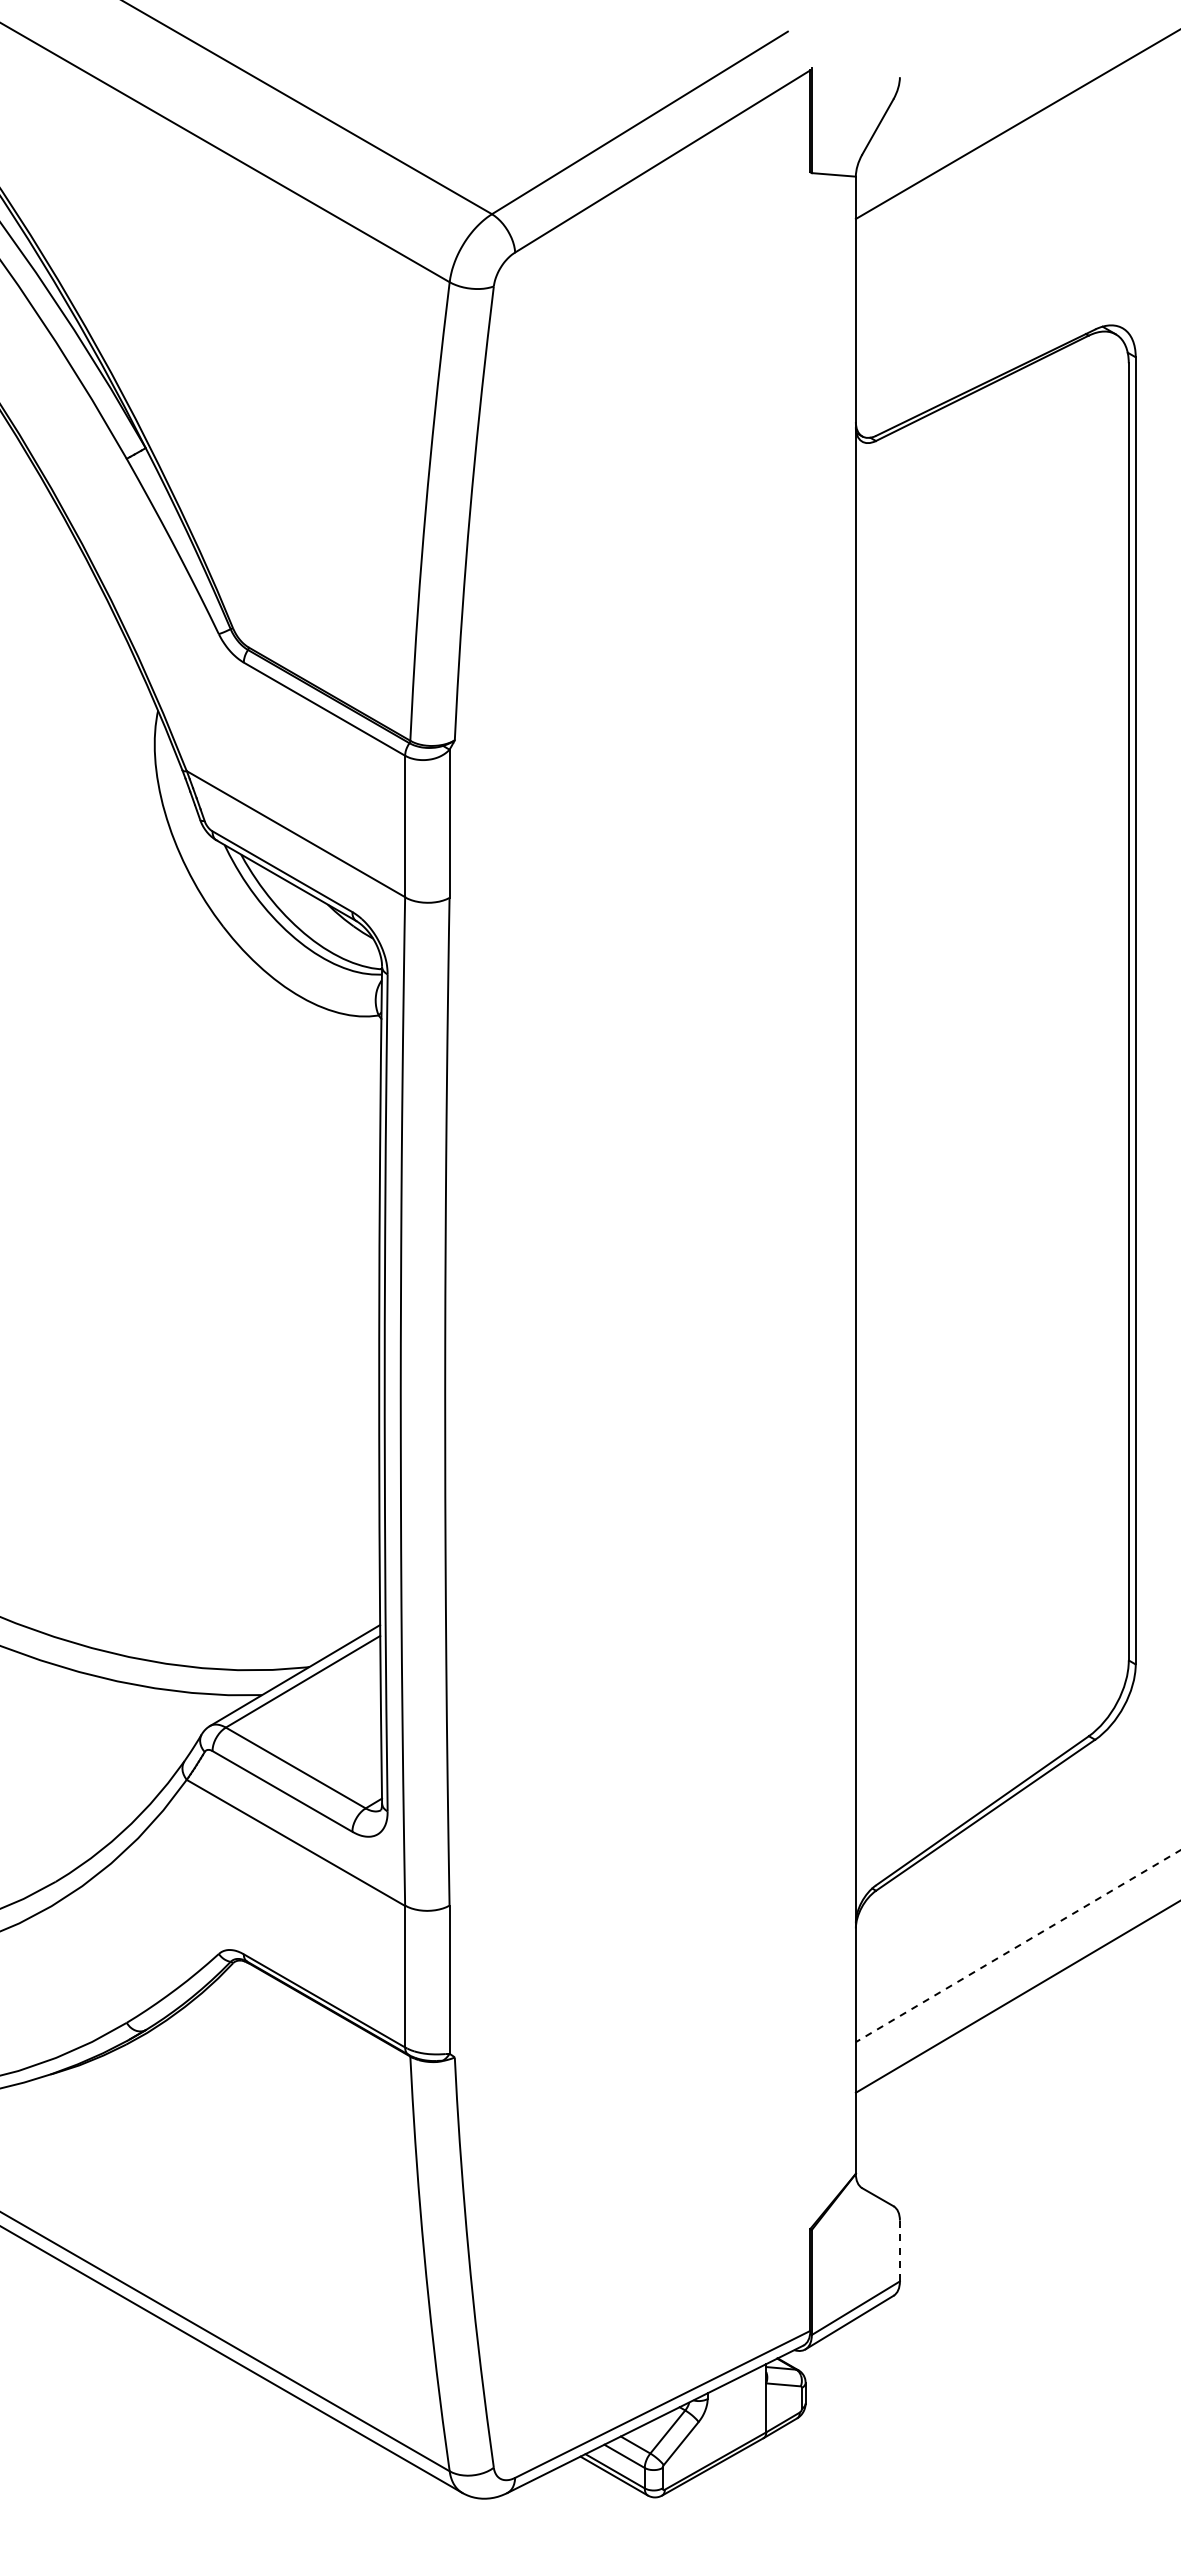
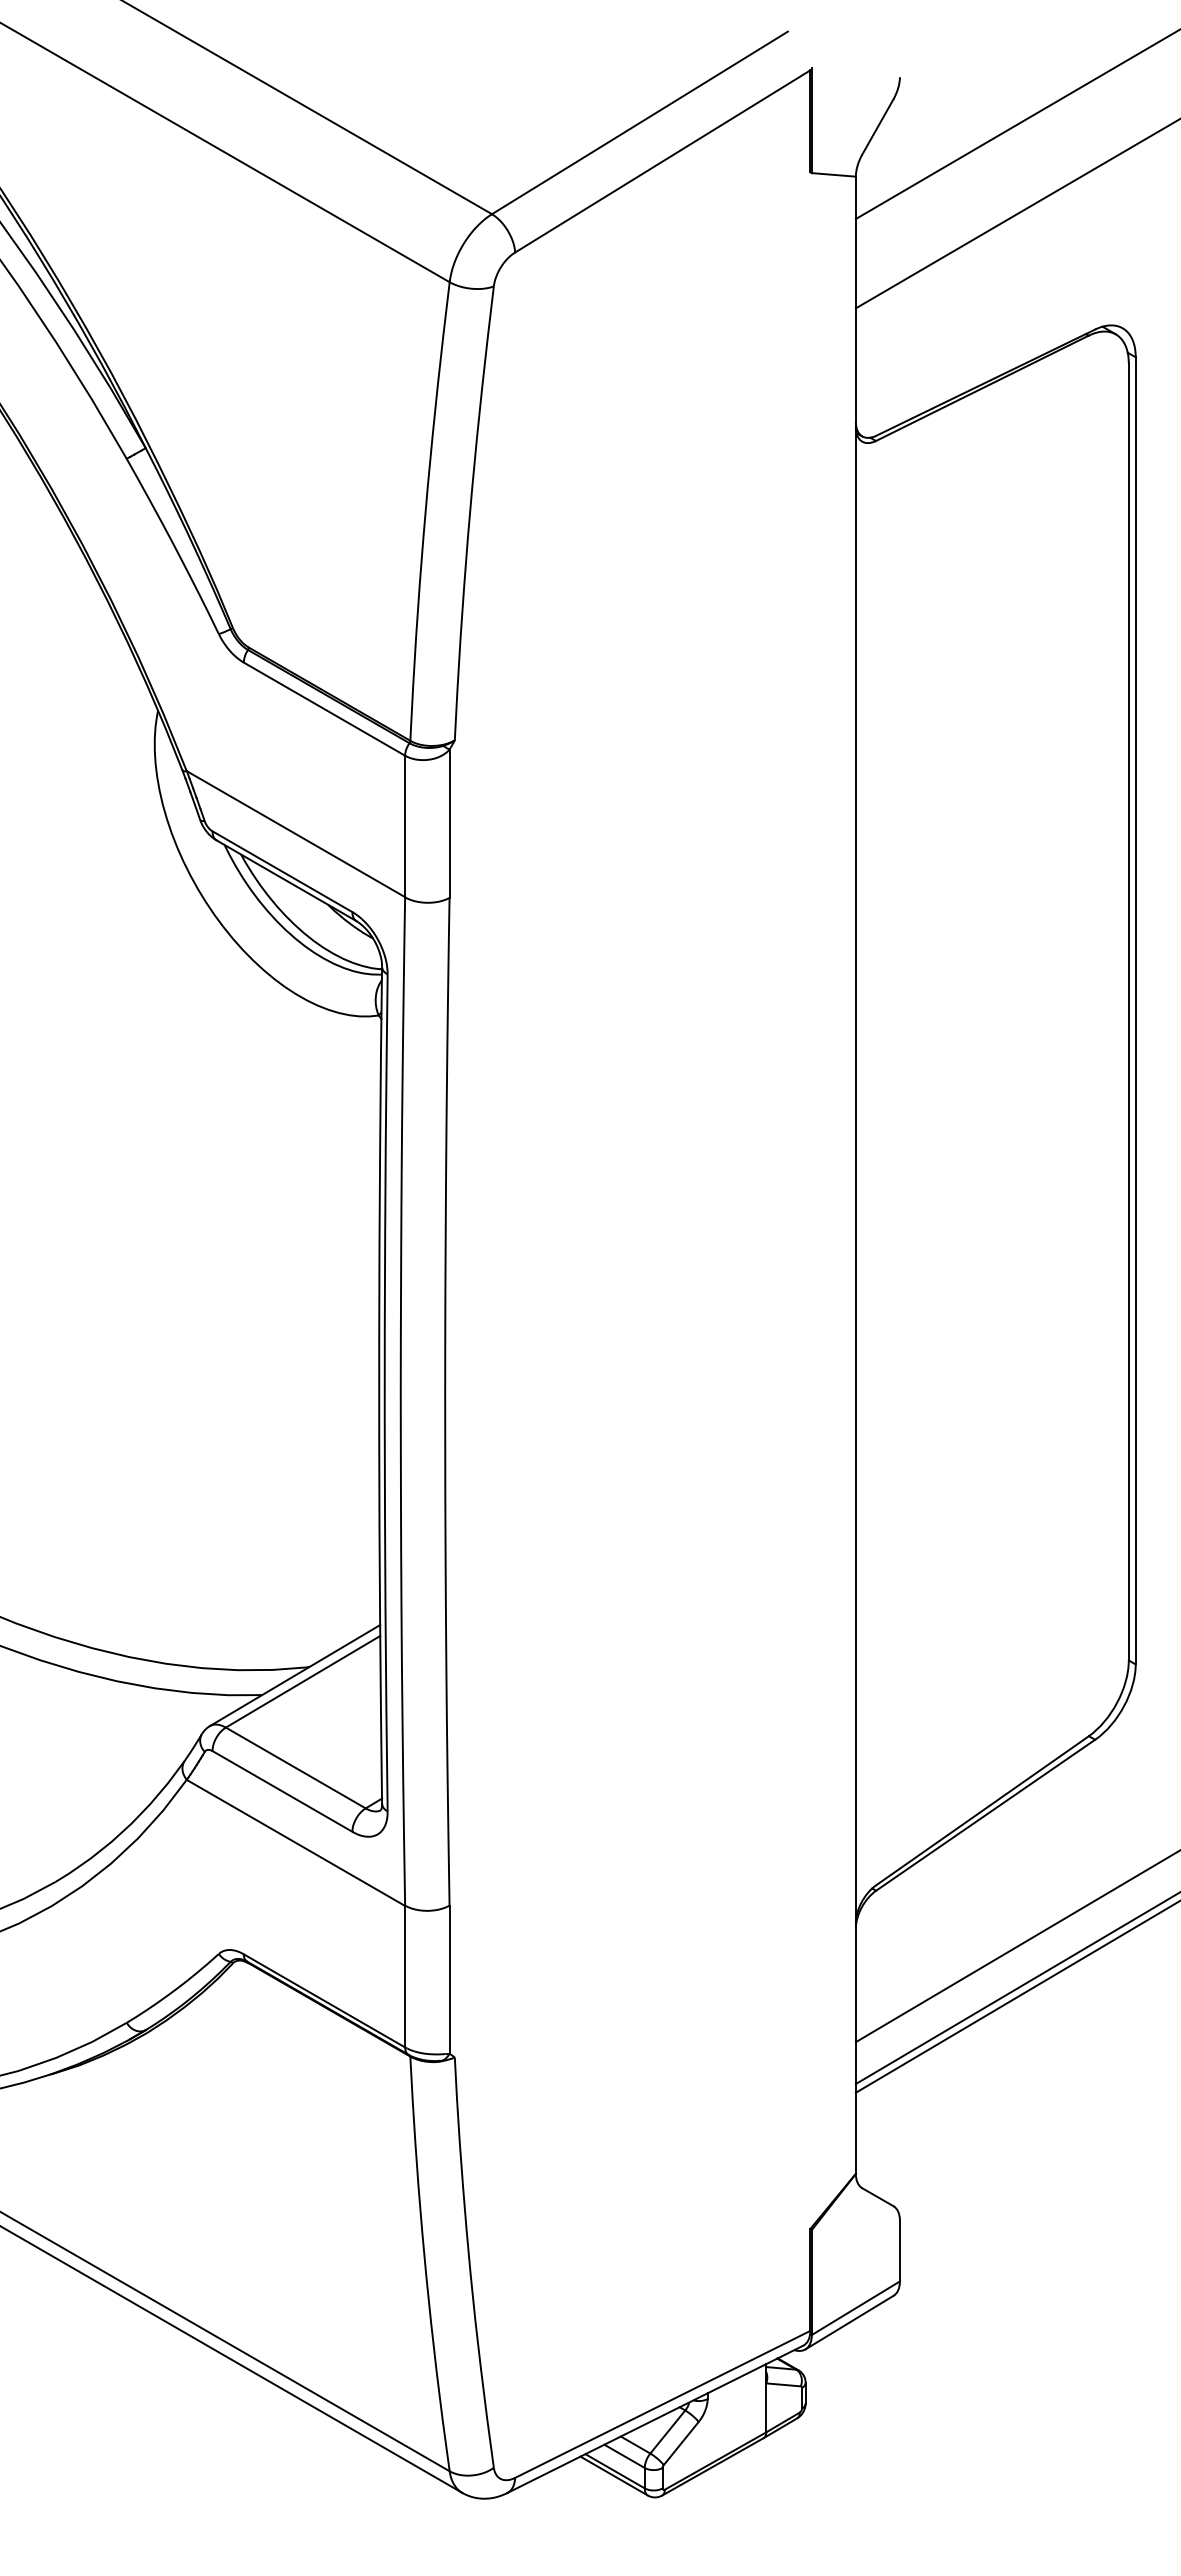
line at (1016, 214): none -> present
line at (1018, 1946): dashed -> solid
line at (1016, 1989): none -> present
line at (899, 2250): dashed -> solid
